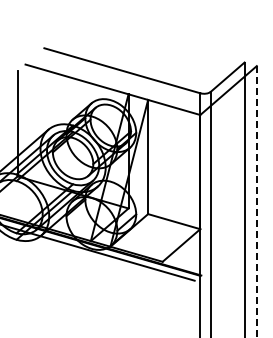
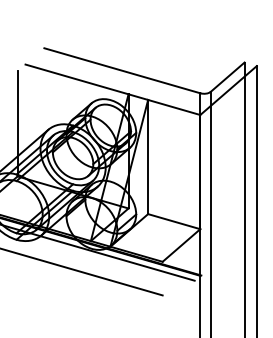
line at (256, 201): dashed -> solid
line at (82, 272): none -> present
